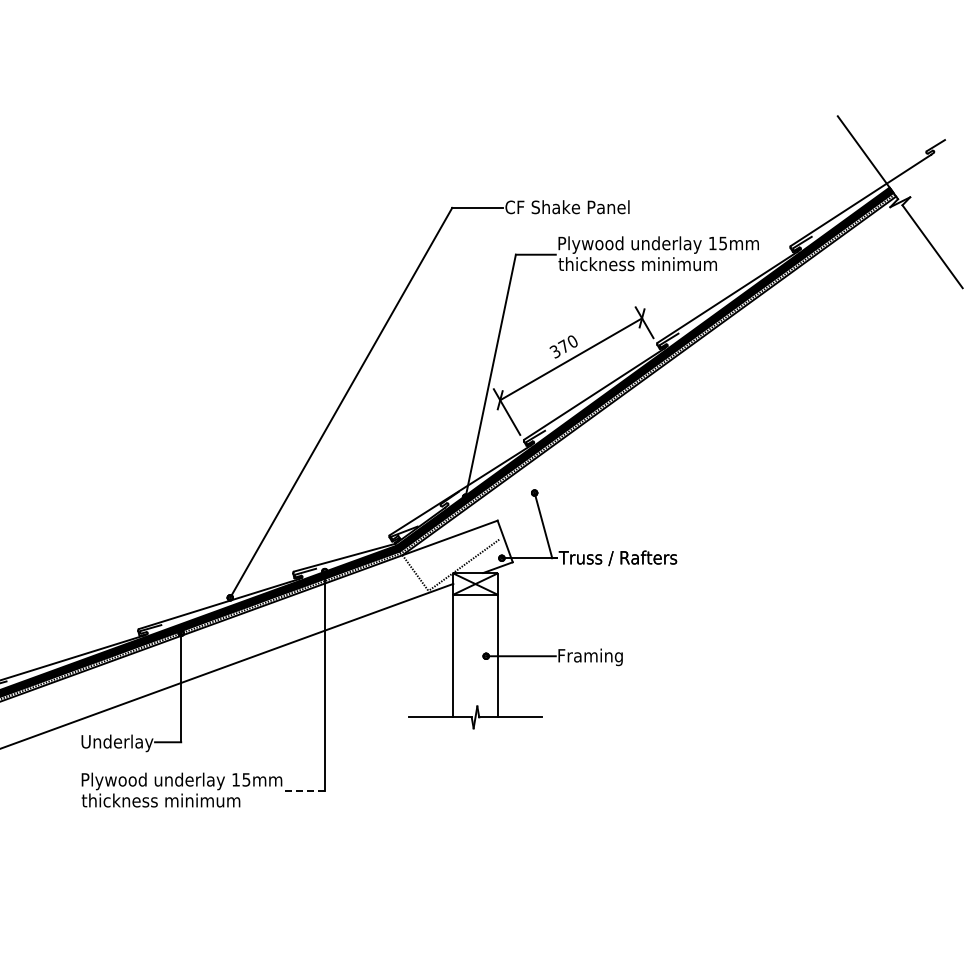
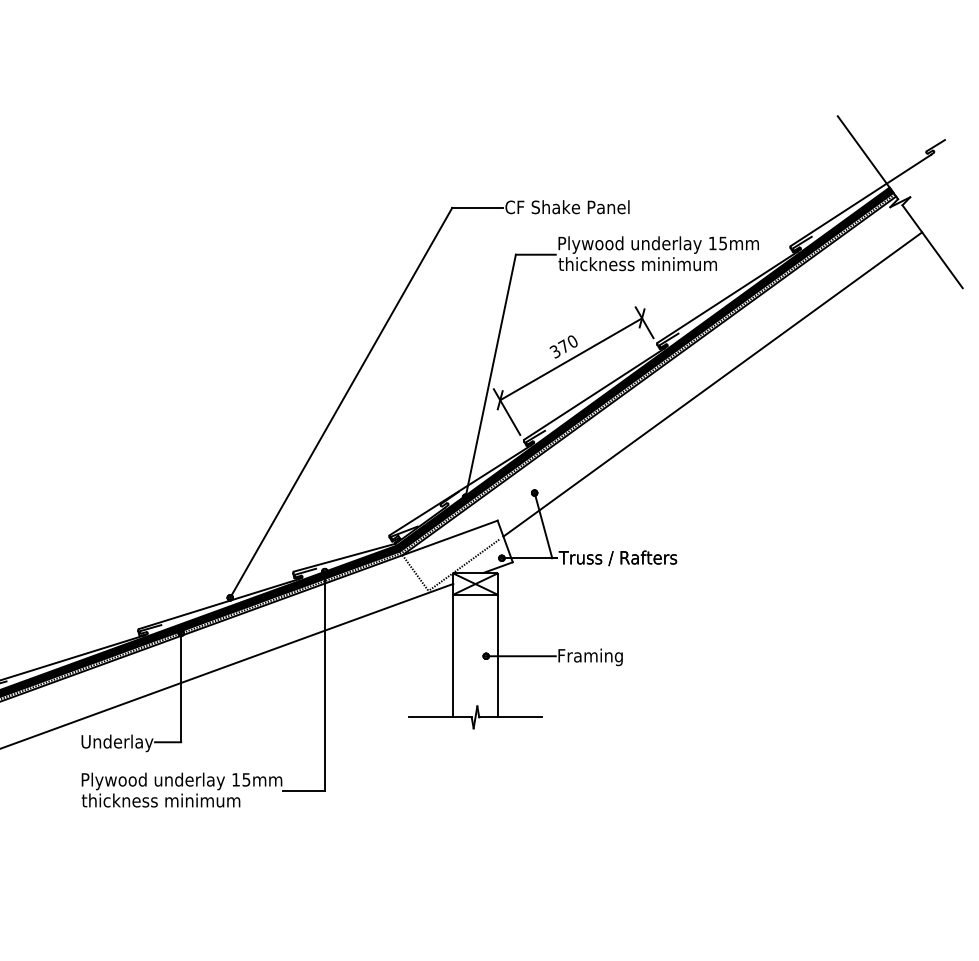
line at (712, 384): none -> present
line at (303, 791): dashed -> solid
